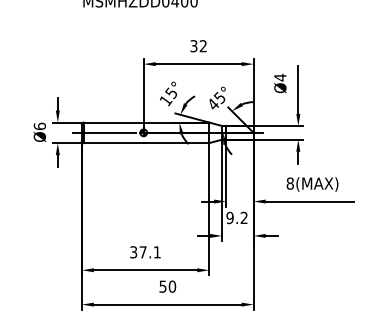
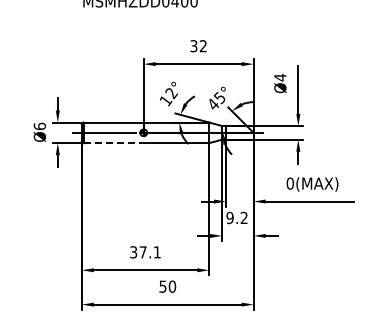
text at (171, 93): 15° -> 12°
line at (114, 143): solid -> dashed
text at (289, 183): 8(MAX) -> 0(MAX)
